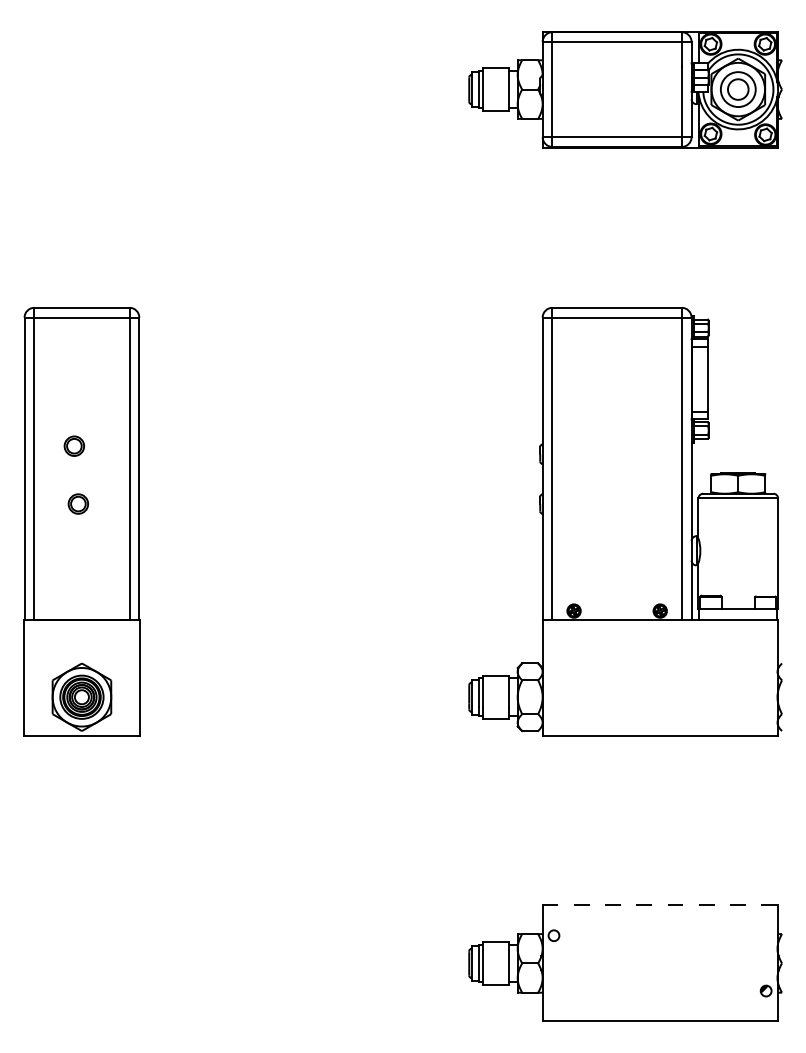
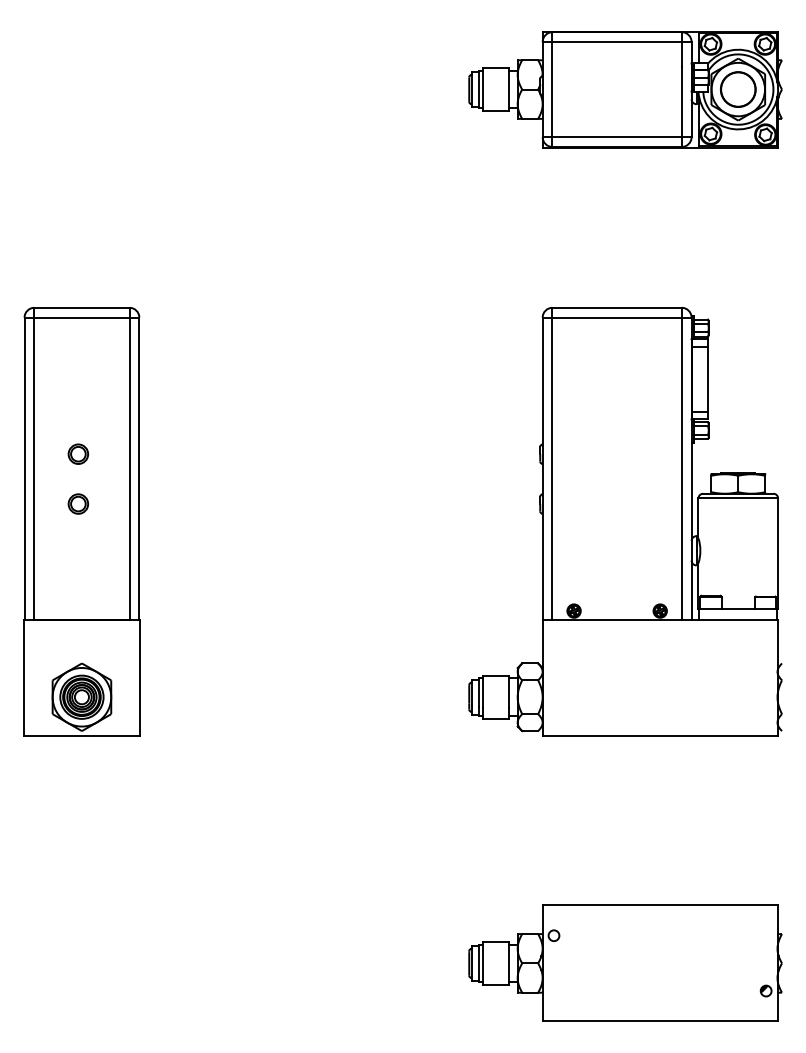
circle at (737, 89) diameter: 21 px -> 34 px
part at (73, 445) position: (73, 445) -> (77, 453)
line at (660, 905): dashed -> solid
